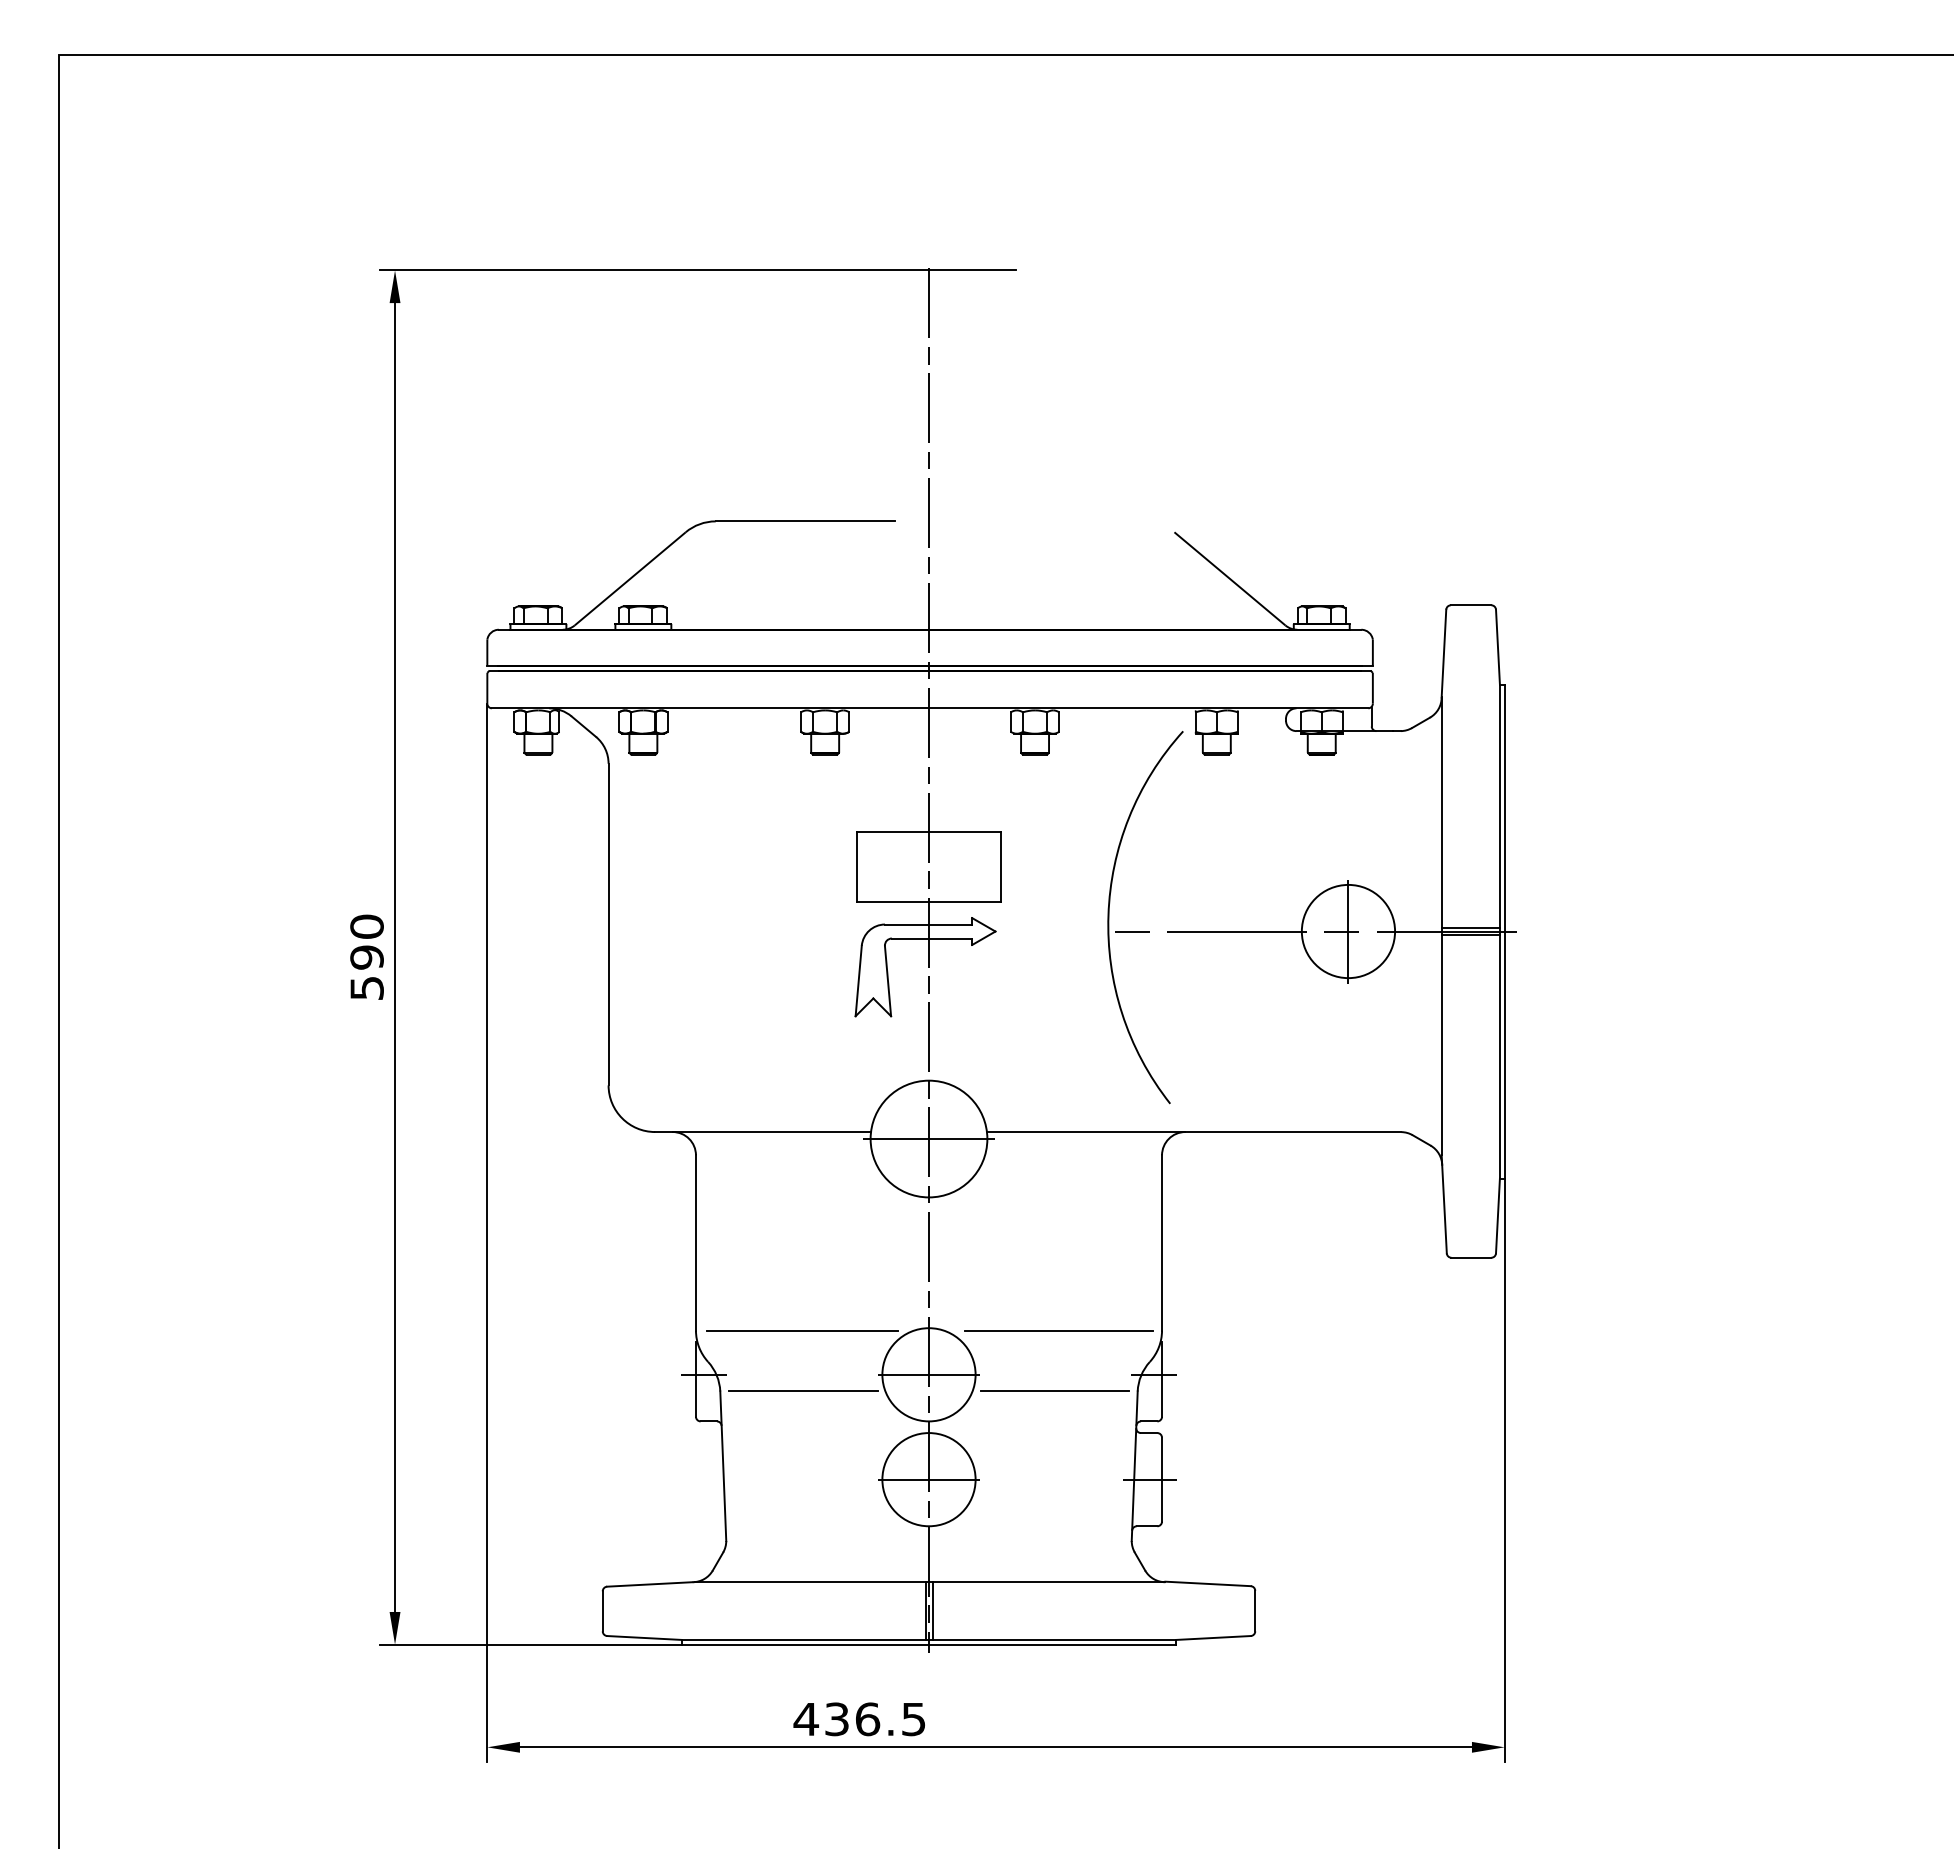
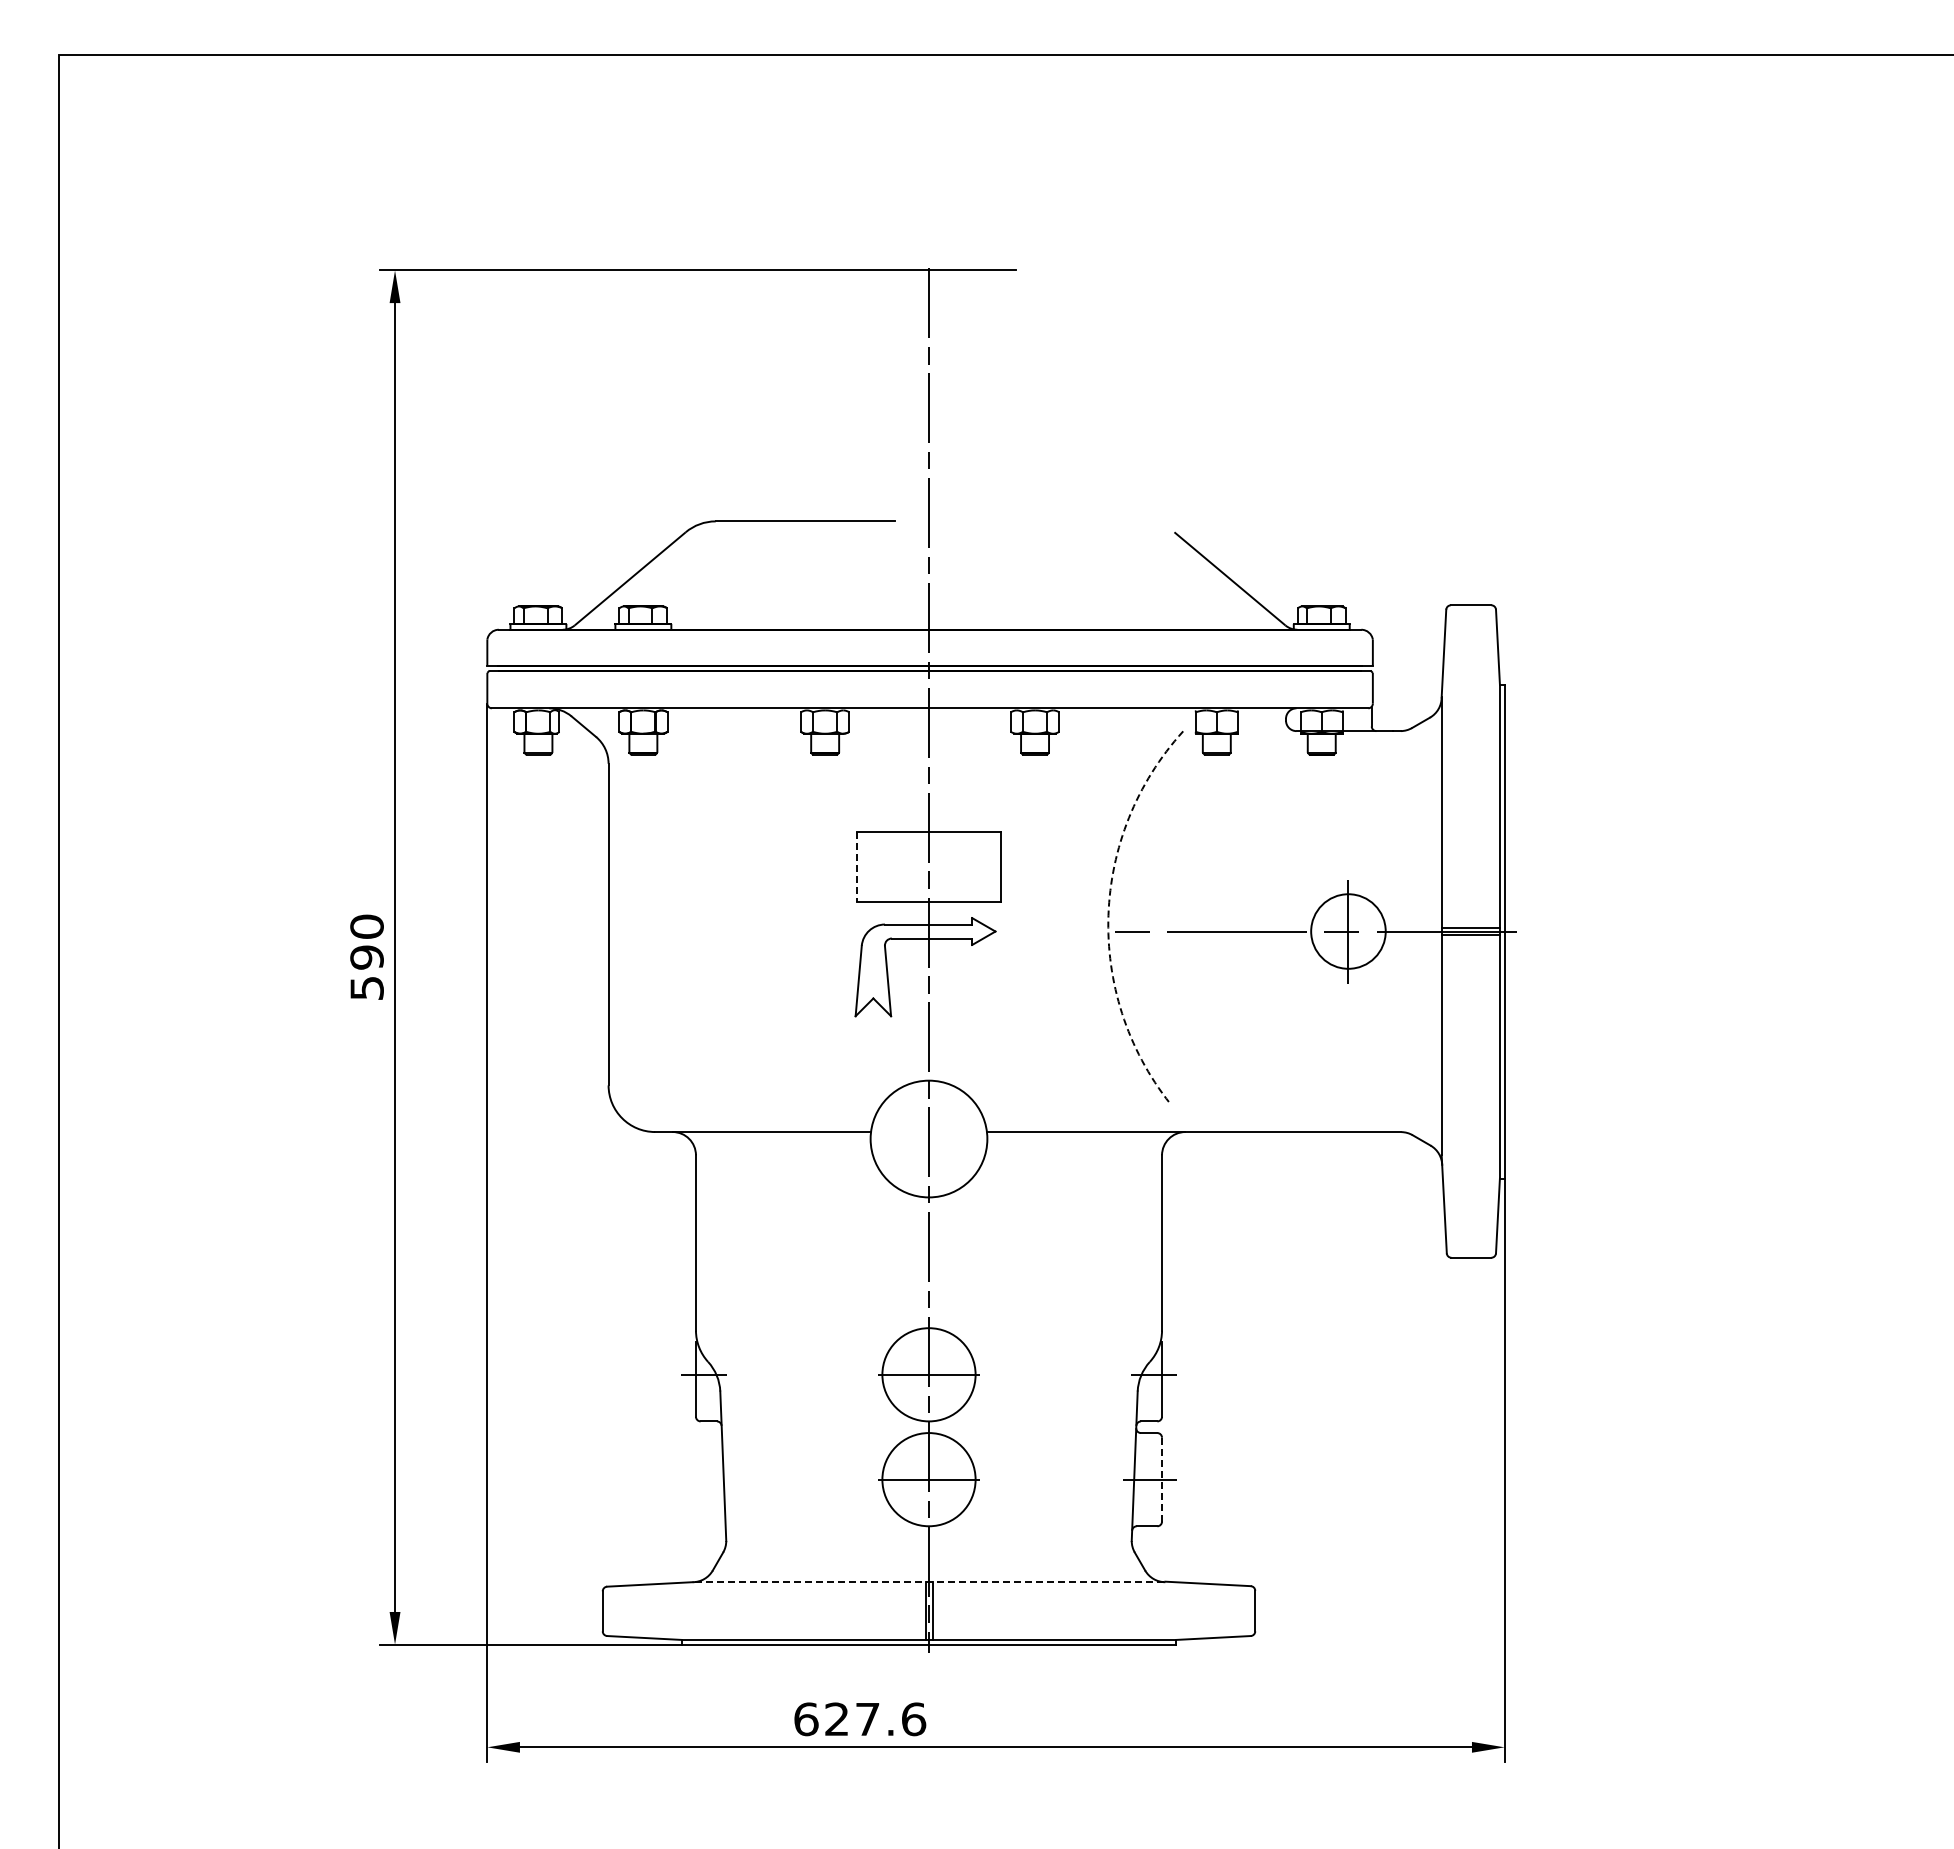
line at (856, 866): solid -> dashed
arc at (1108, 915): solid -> dashed
circle at (1348, 931) diameter: 93 px -> 75 px
line at (928, 1138): present -> none
line at (802, 1330): present -> none
line at (1058, 1330): present -> none
line at (802, 1391): present -> none
line at (1054, 1391): present -> none
line at (1162, 1479): solid -> dashed
line at (930, 1582): solid -> dashed
text at (859, 1719): 436.5 -> 627.6
